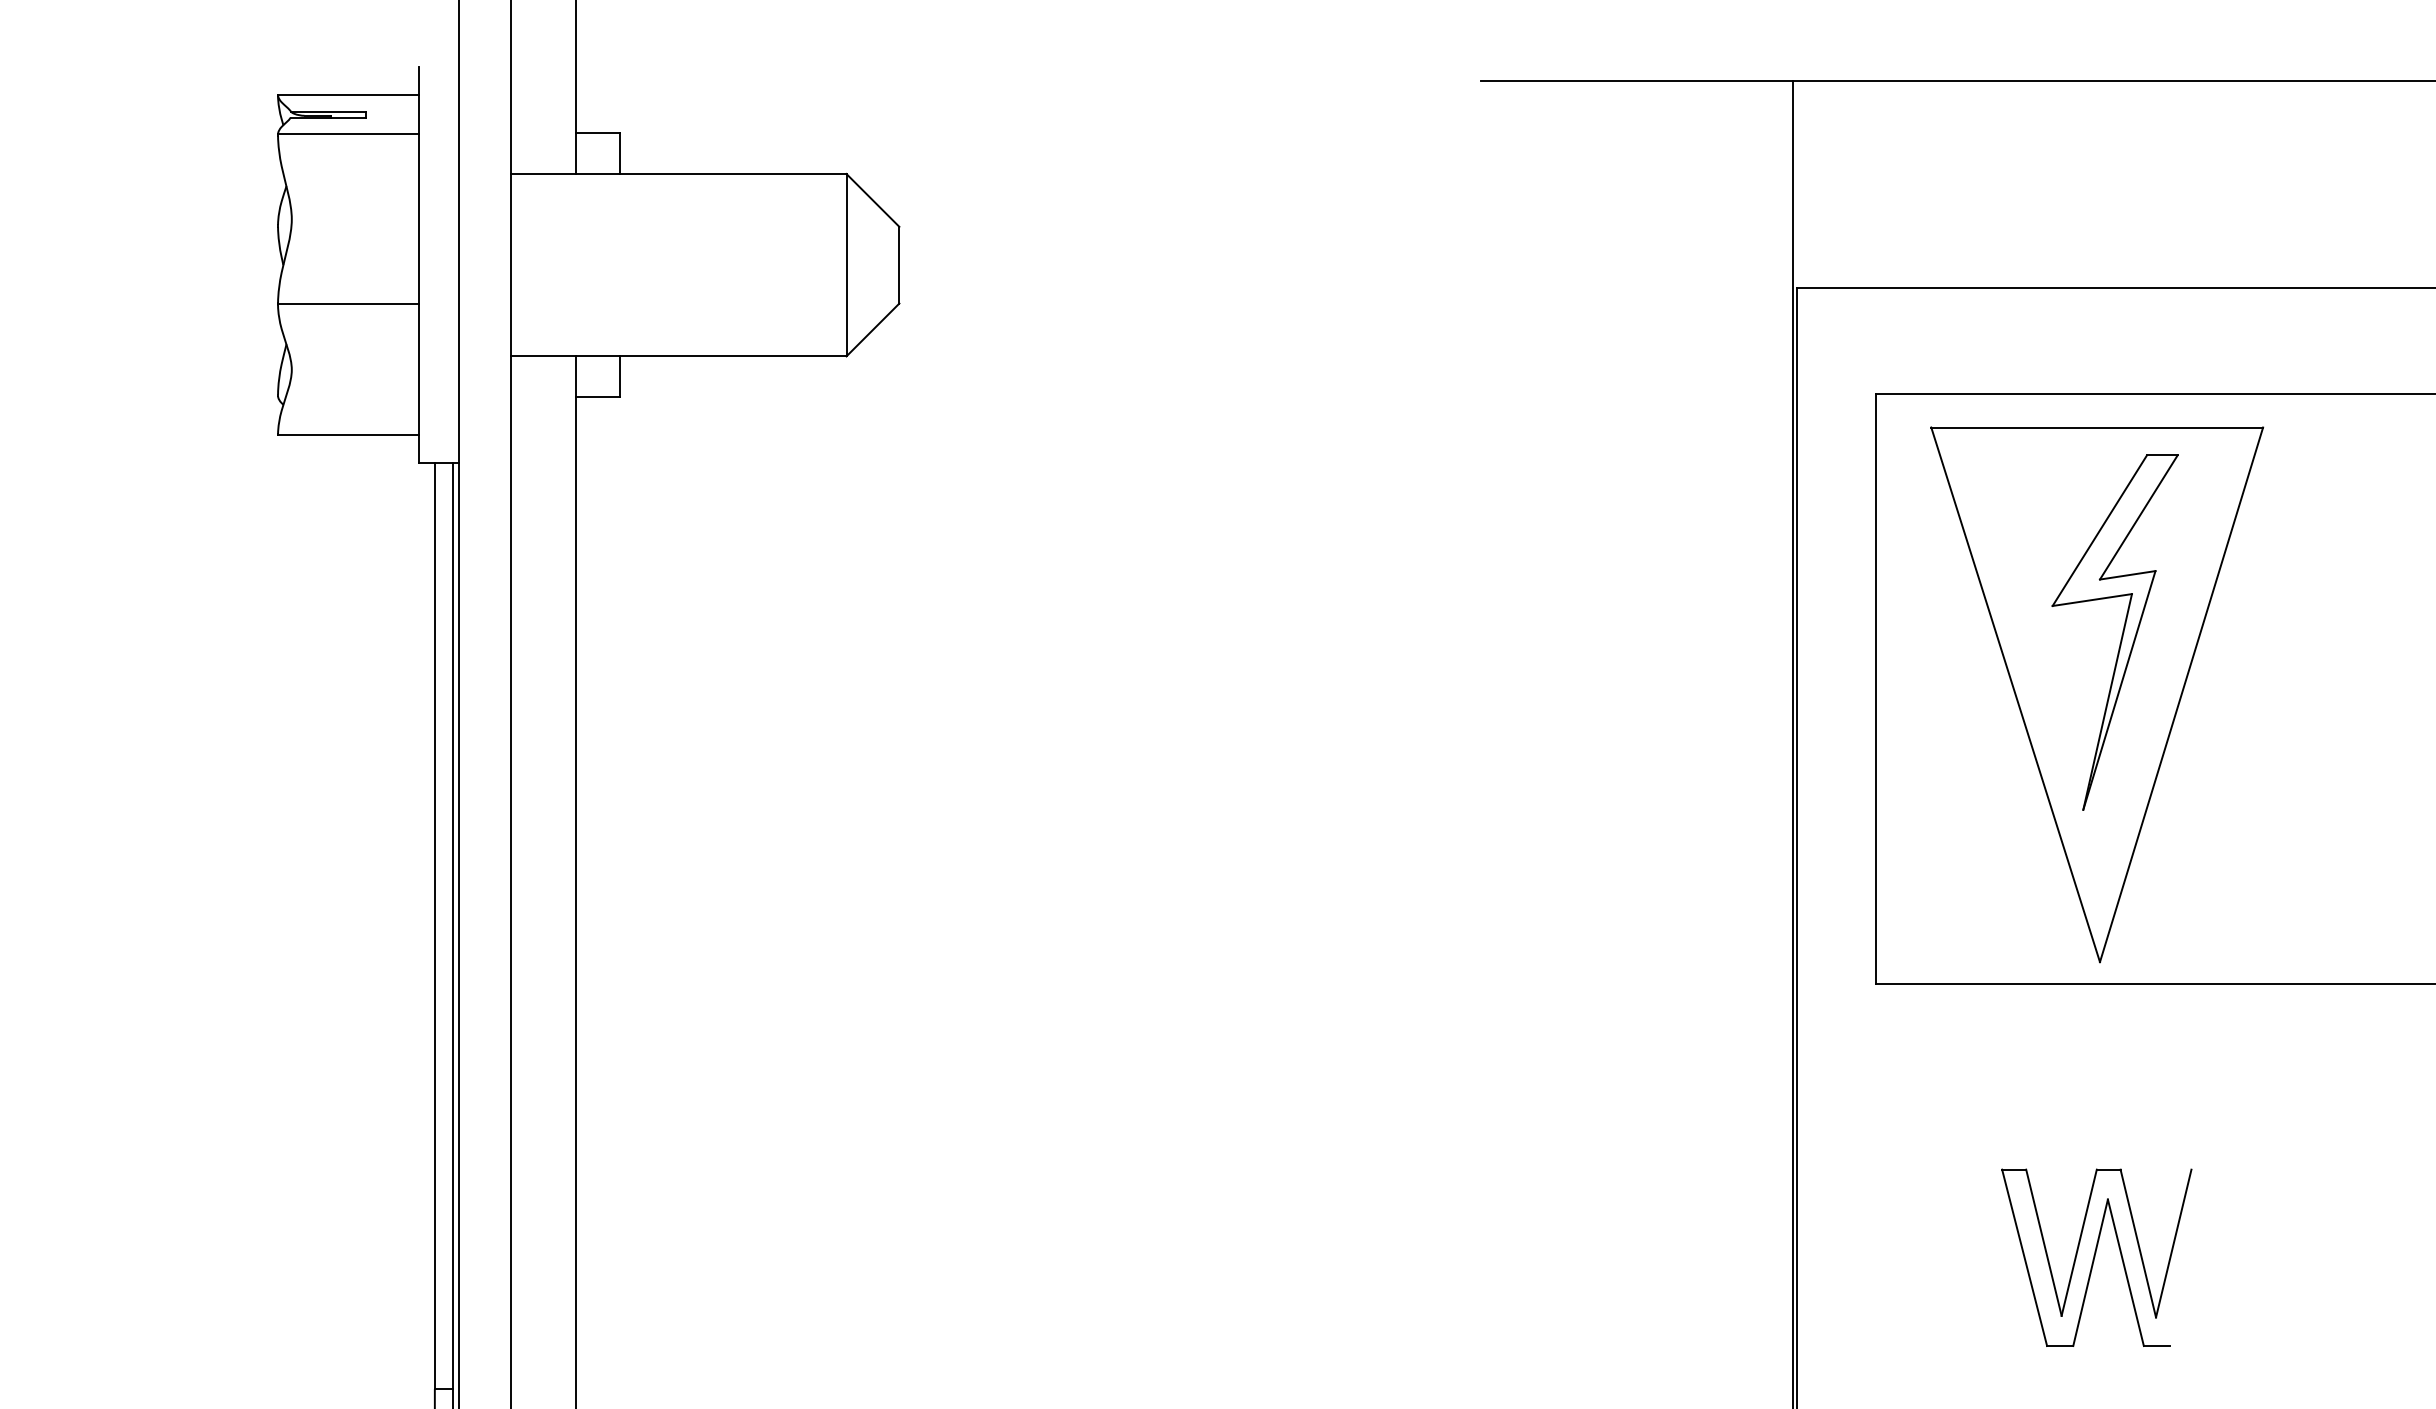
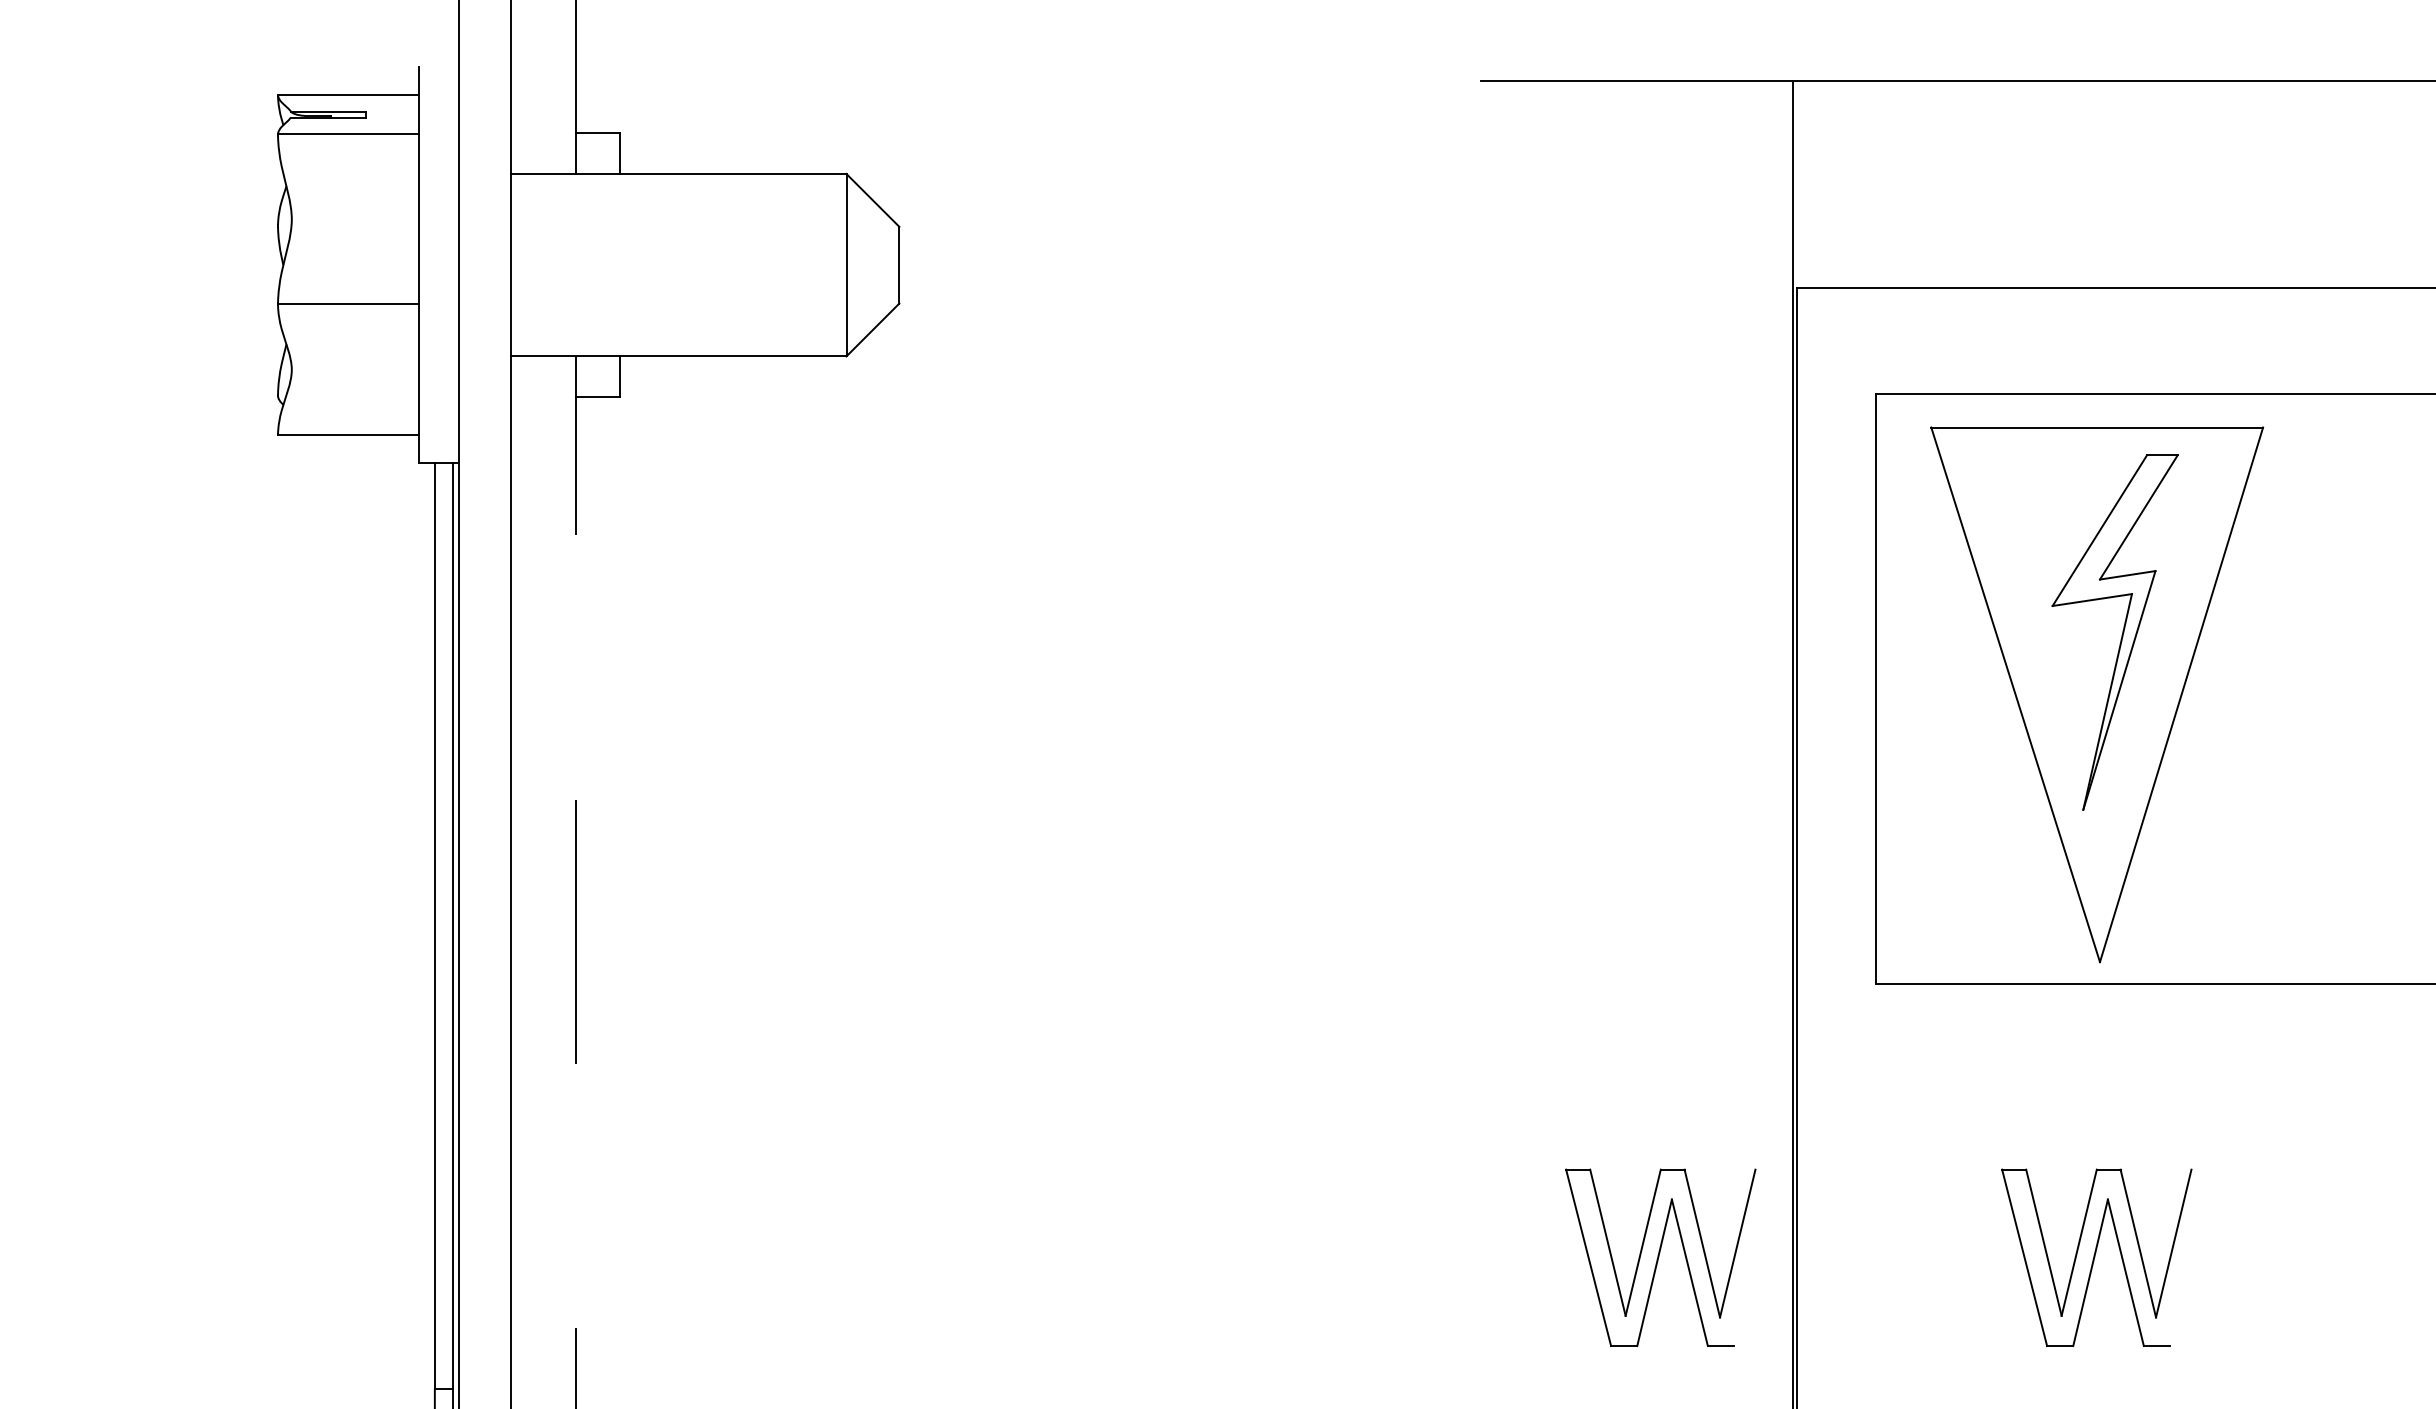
line at (576, 881): solid -> dashed
part at (1660, 1257): none -> present
